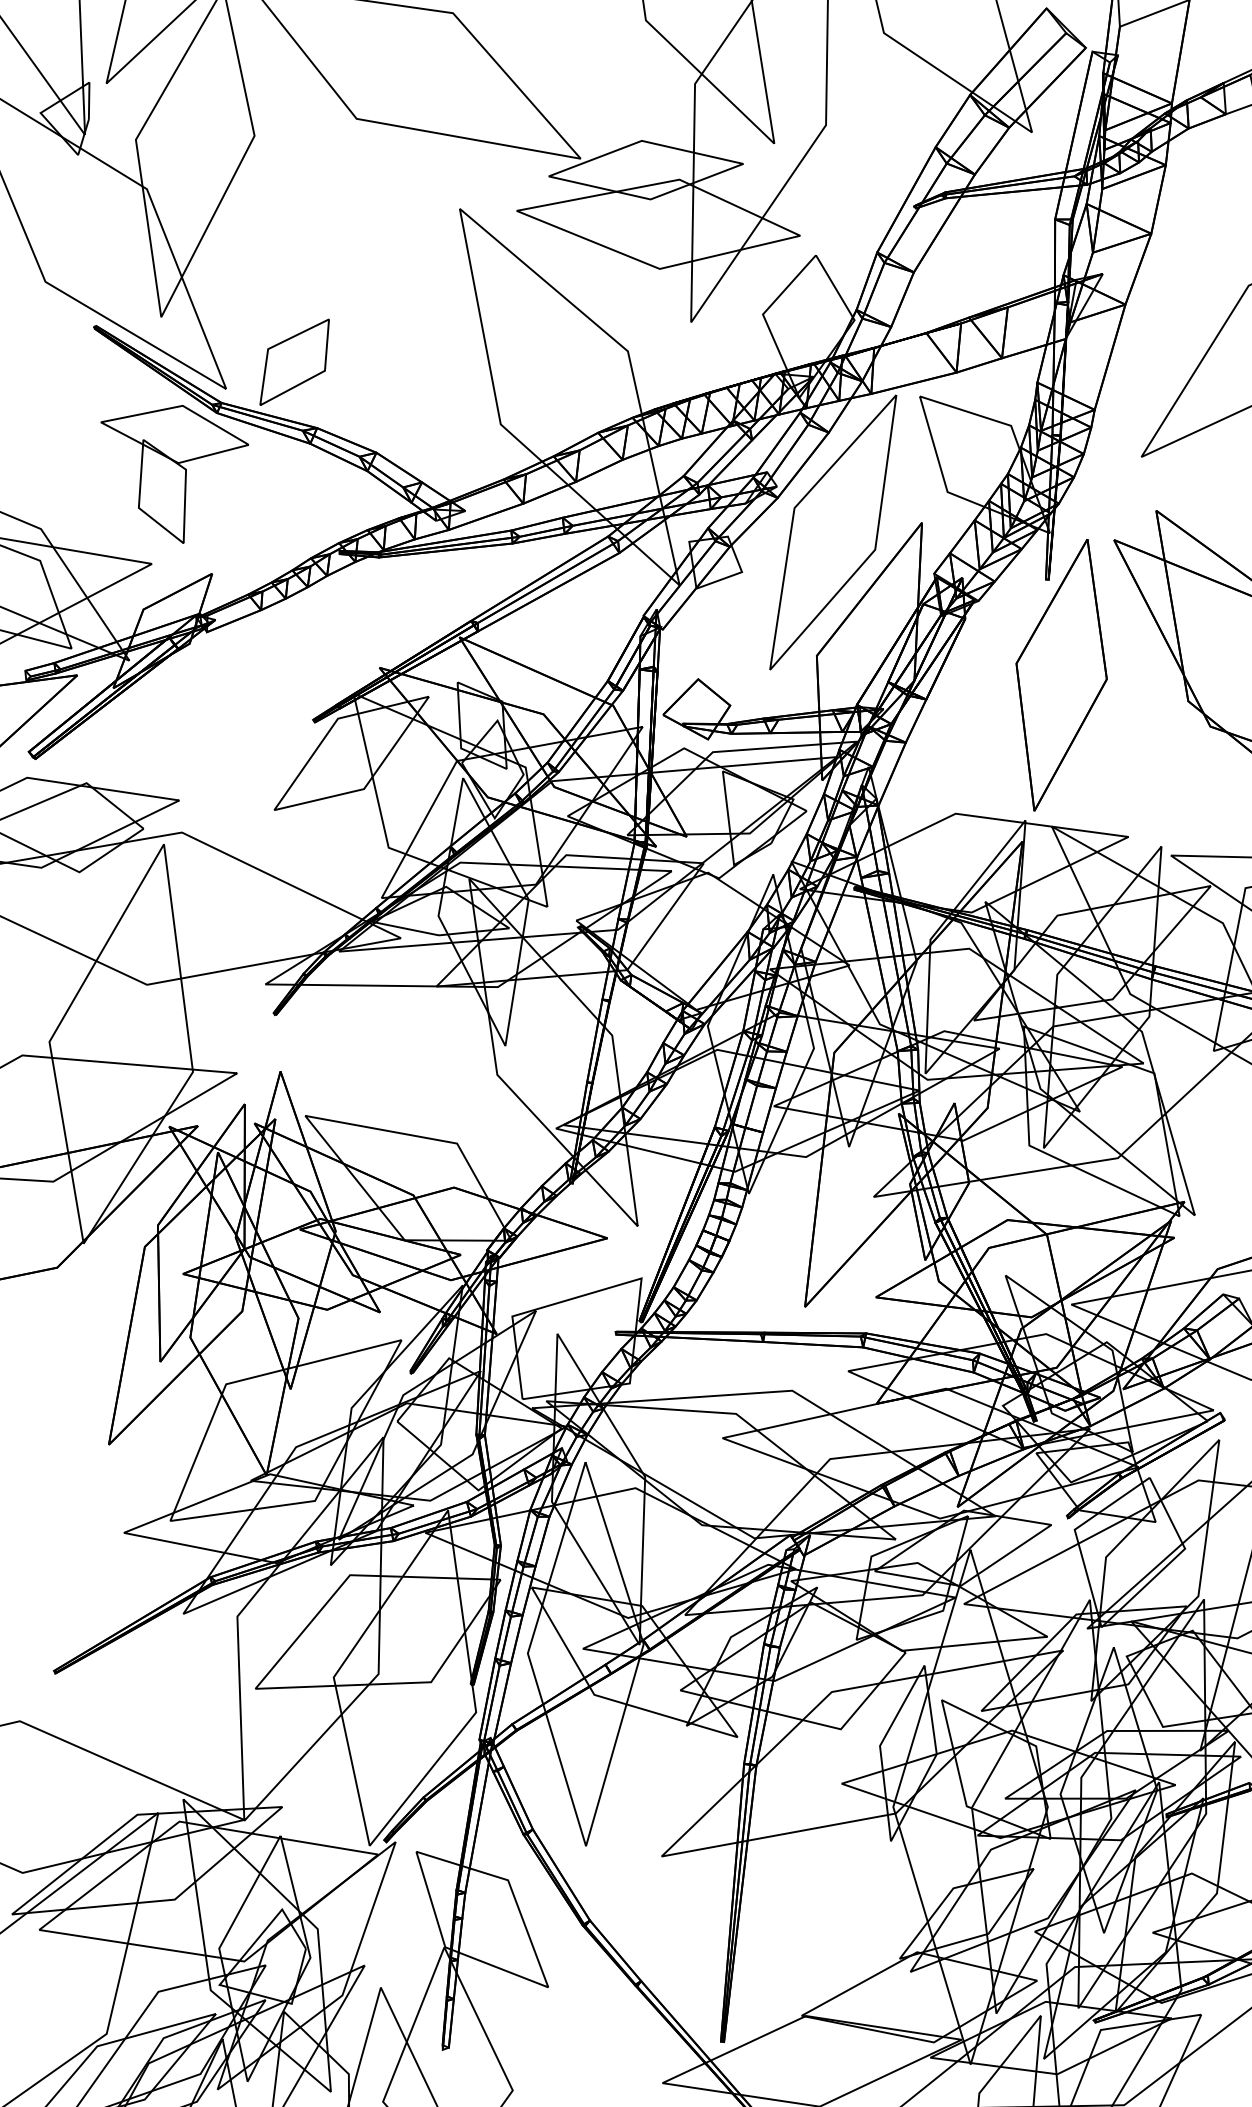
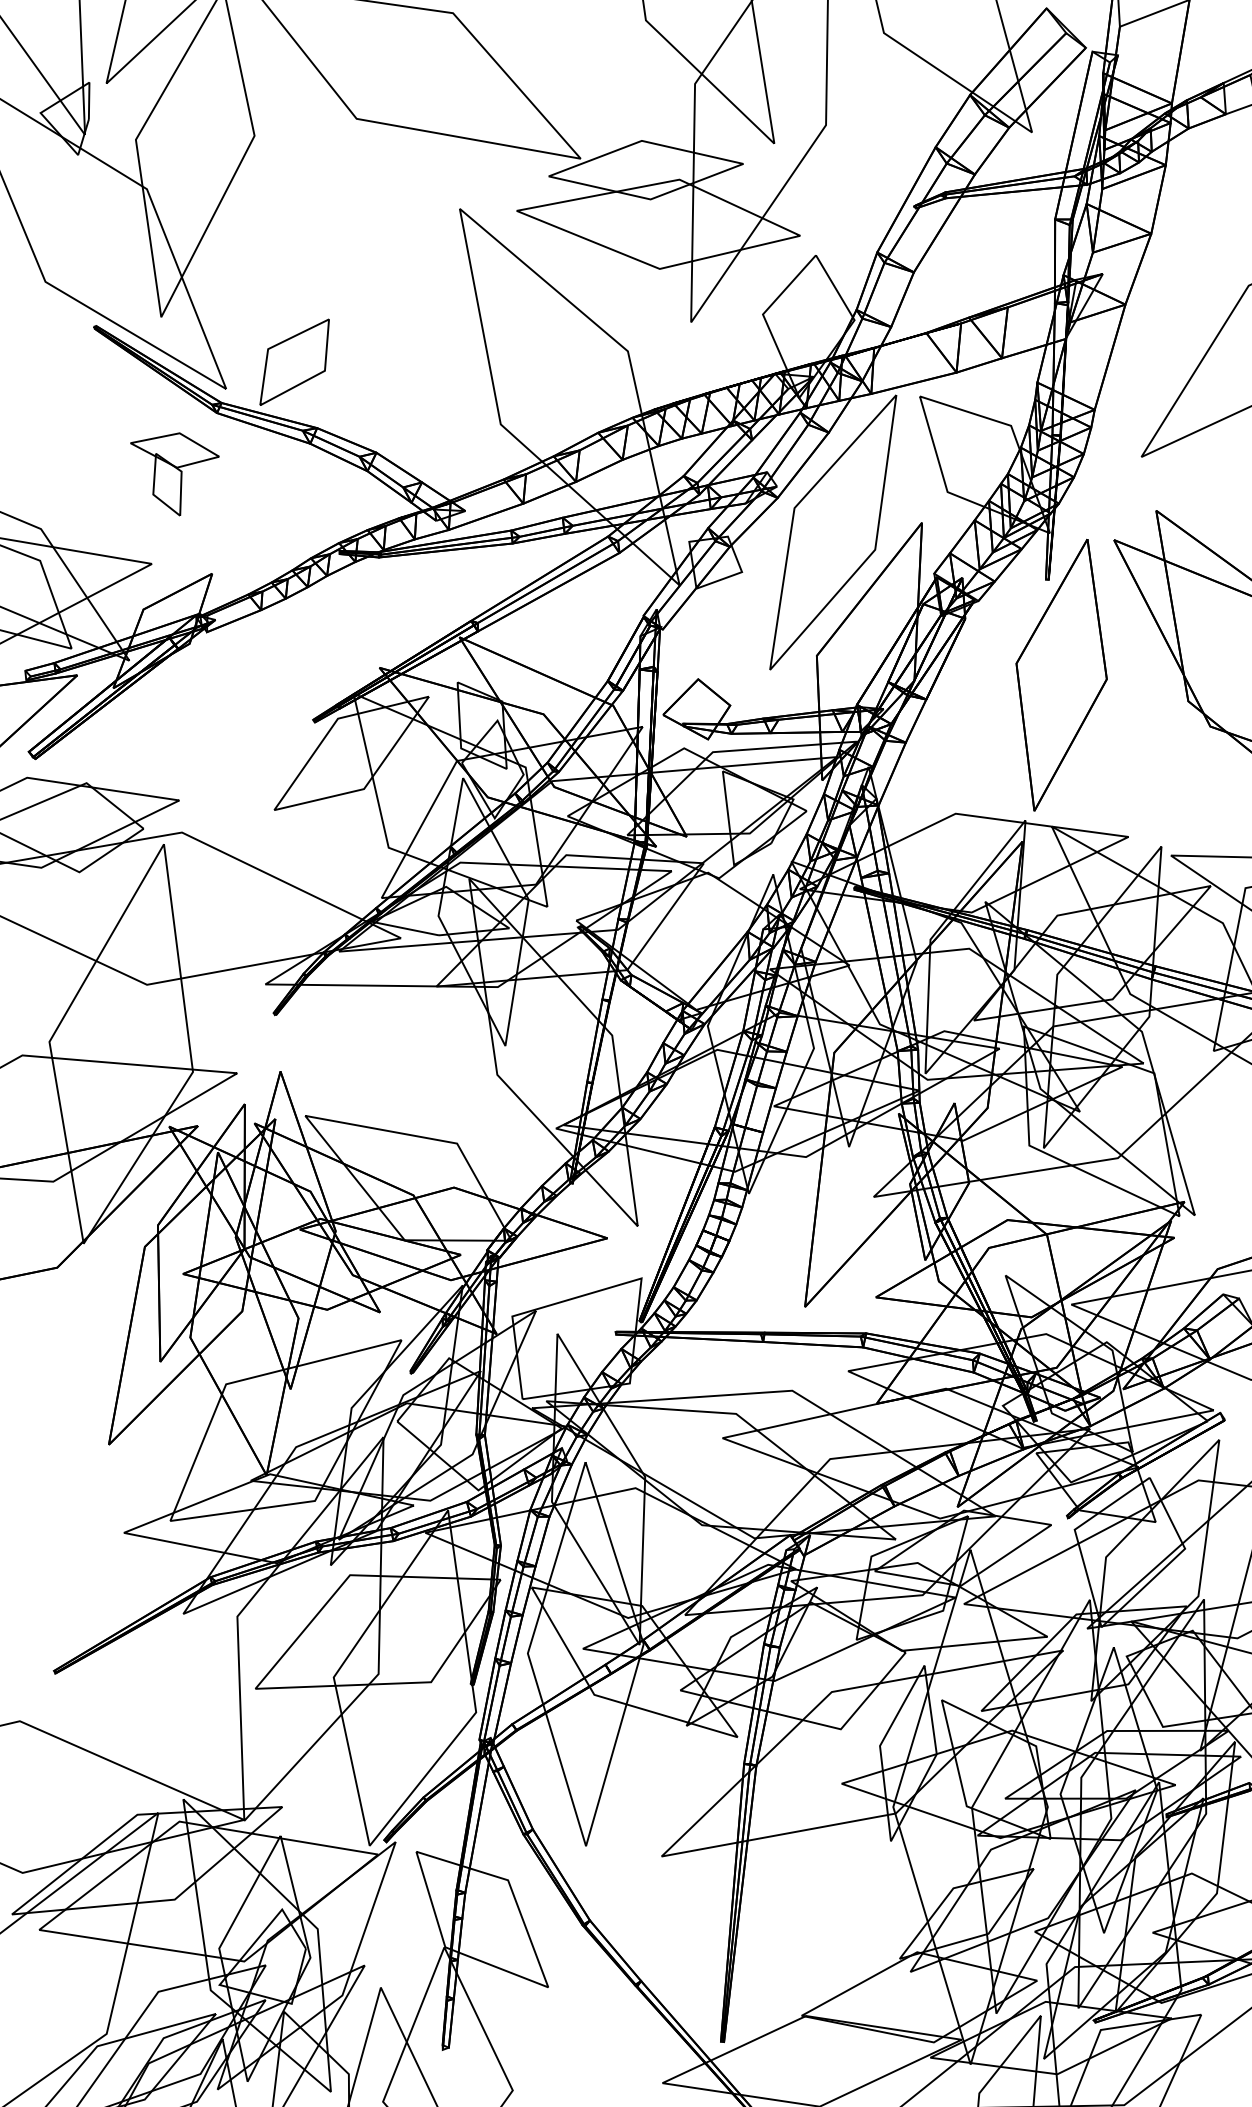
part at (174, 474) size: 150x139 px -> 90x85 px
